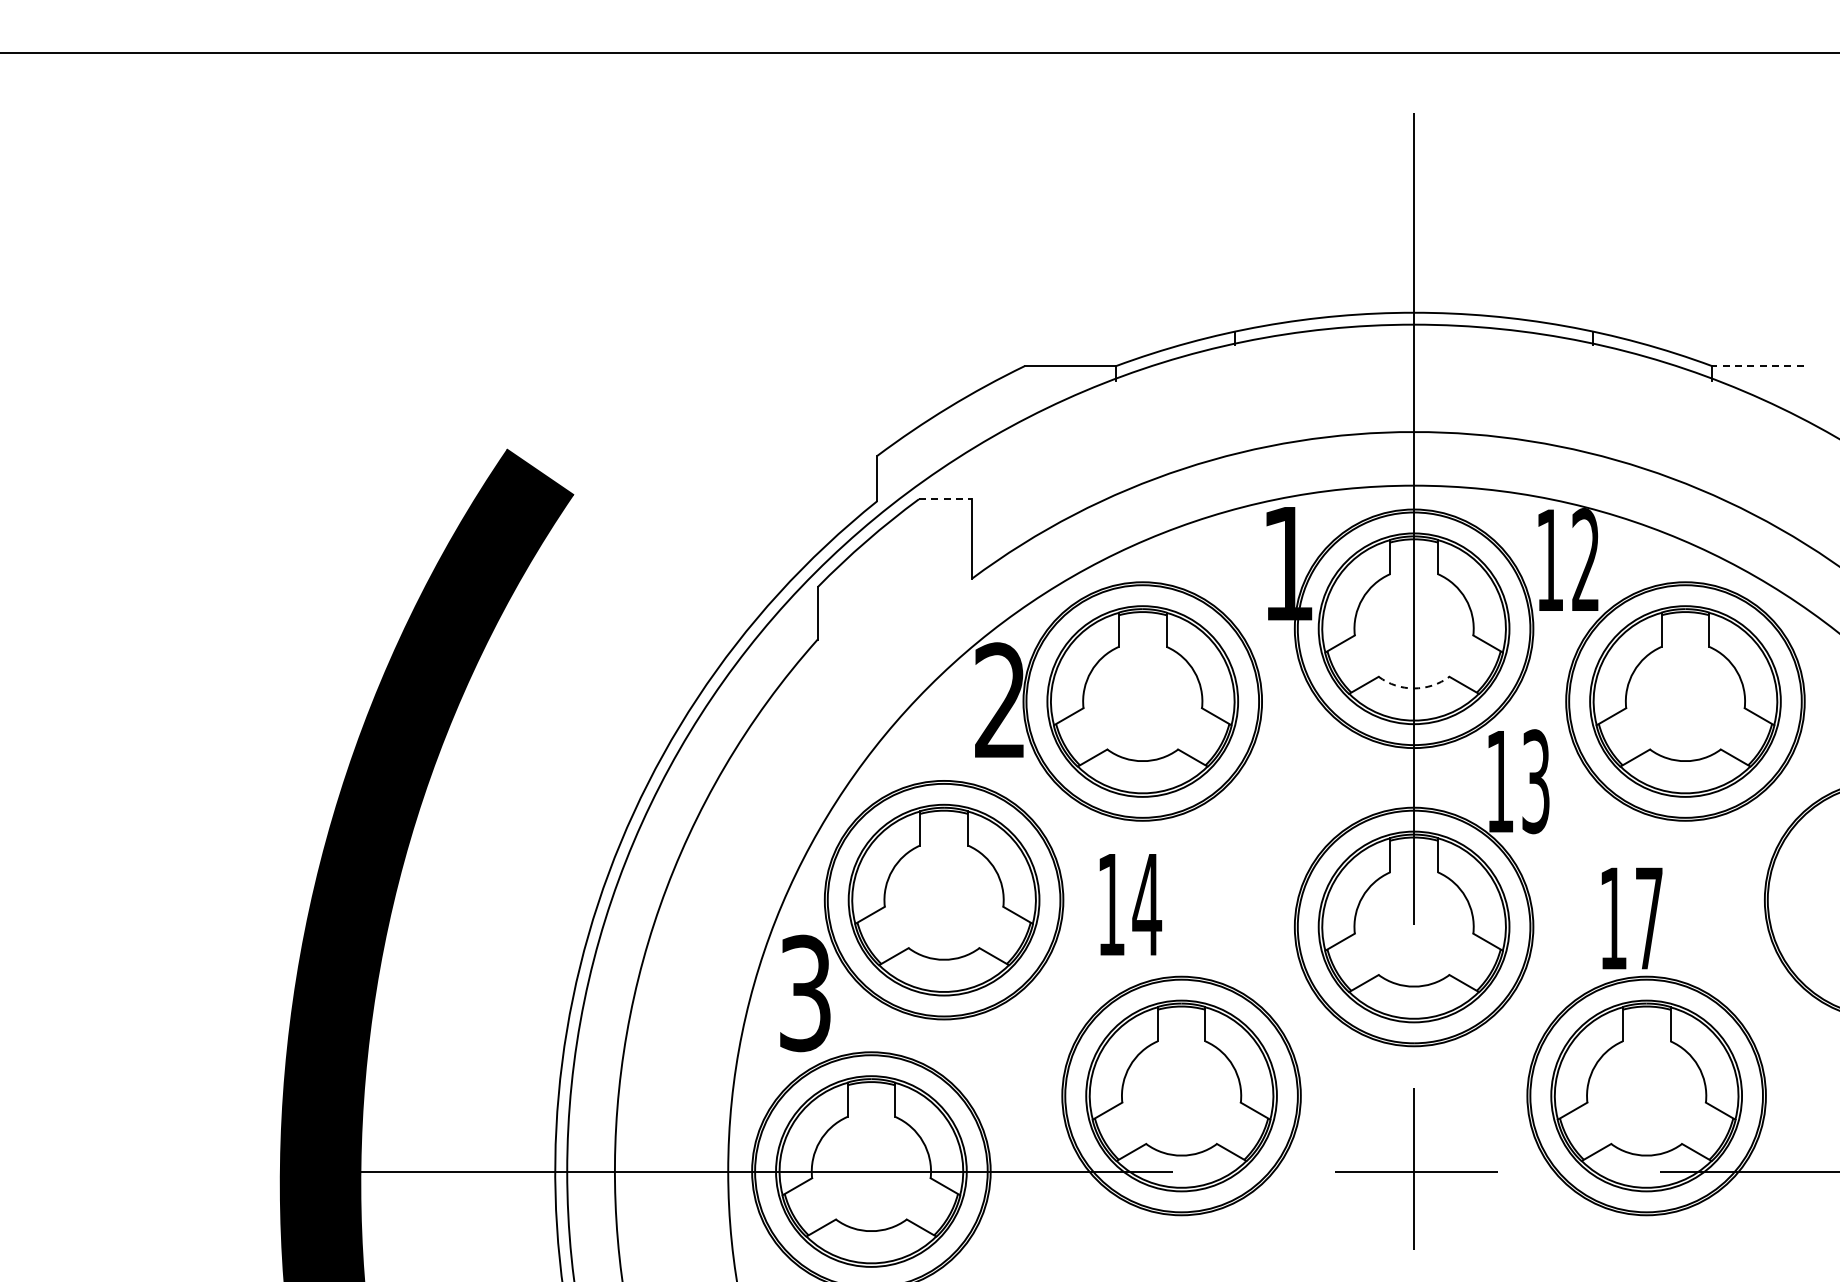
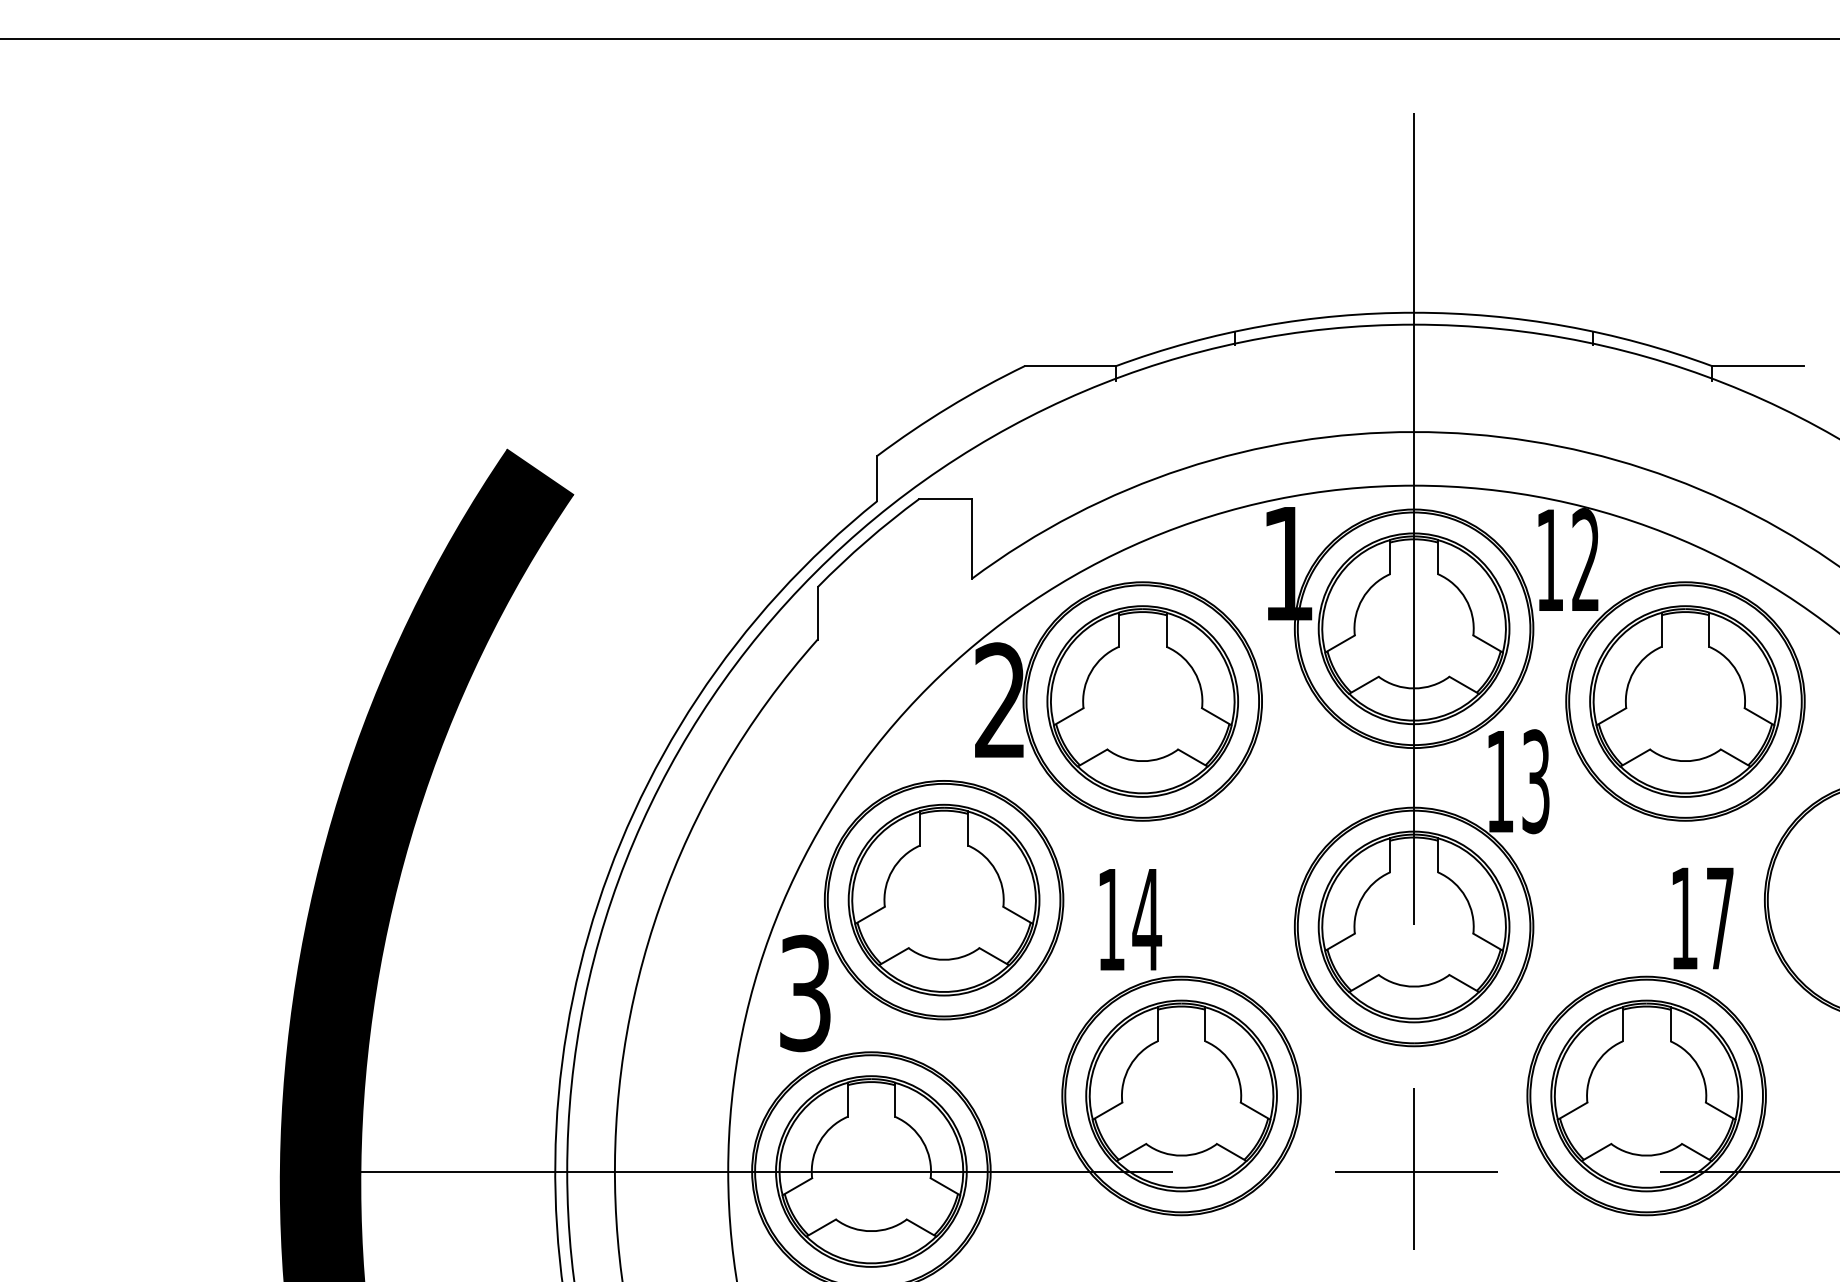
line at (919, 52) position: (919, 52) -> (919, 38)
line at (1757, 366): dashed -> solid
line at (945, 499): dashed -> solid
arc at (1414, 688): dashed -> solid
text at (1130, 904) position: (1130, 904) -> (1130, 919)
text at (1631, 918) position: (1631, 918) -> (1702, 918)
